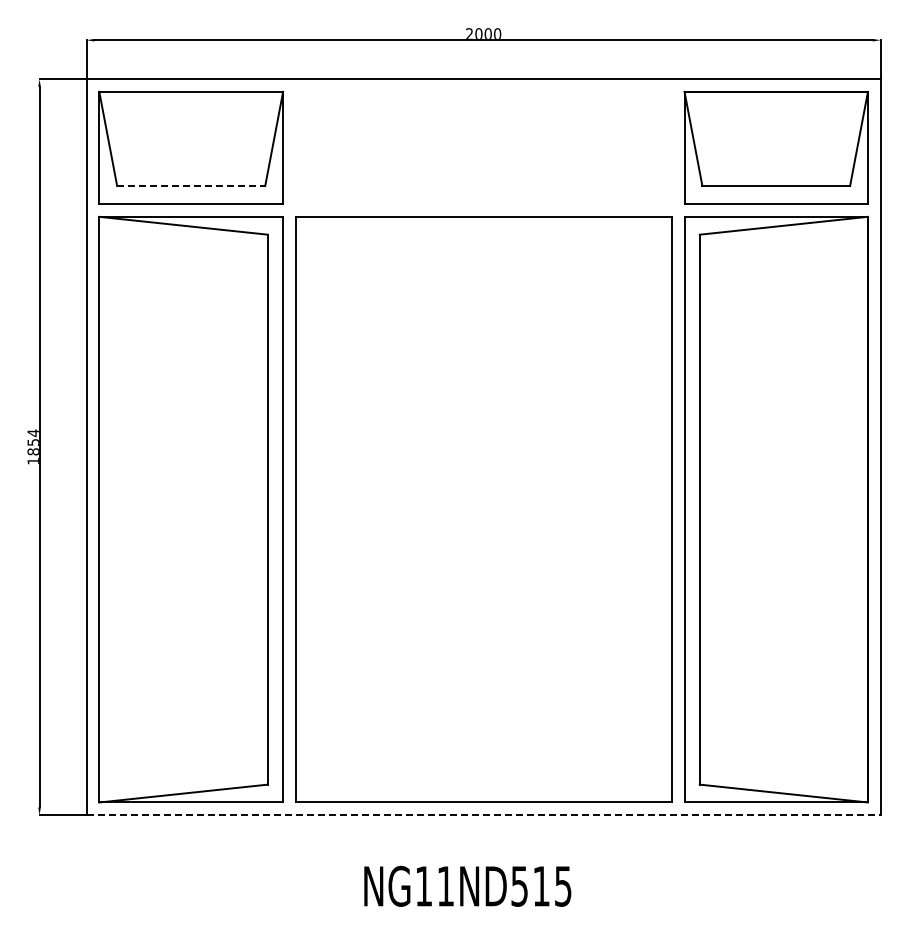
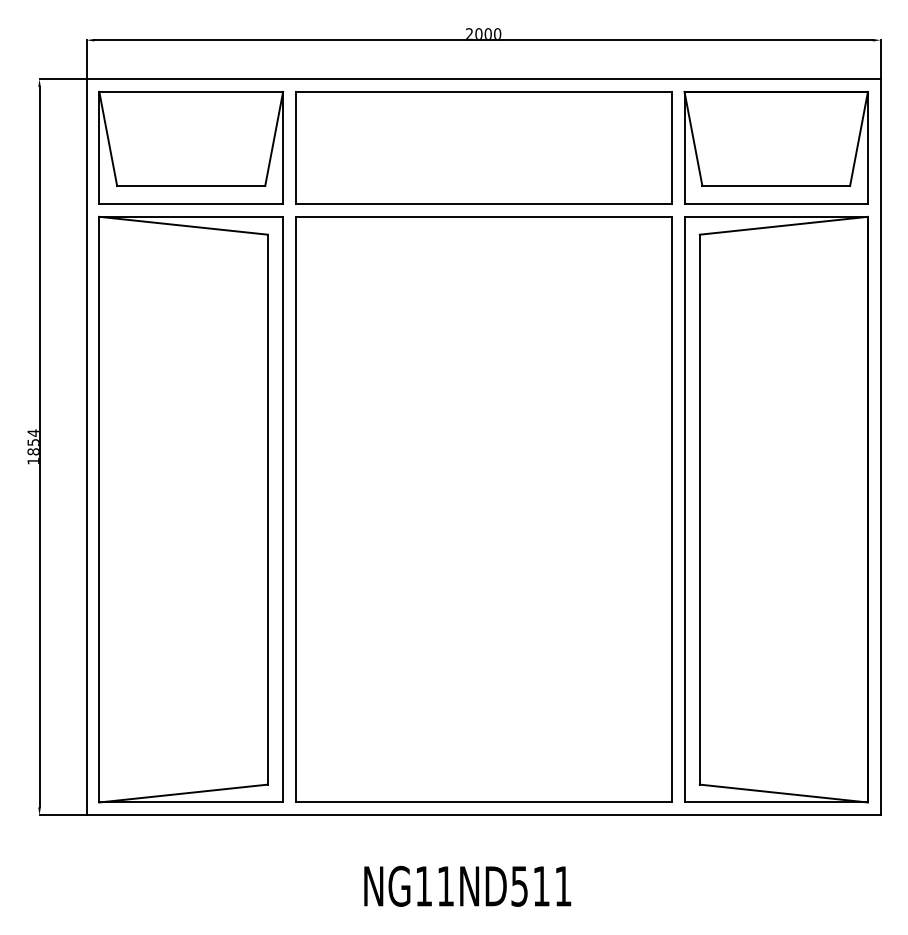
part at (483, 147): none -> present
line at (191, 186): dashed -> solid
line at (484, 815): dashed -> solid
text at (563, 886): NG11ND515 -> NG11ND511
